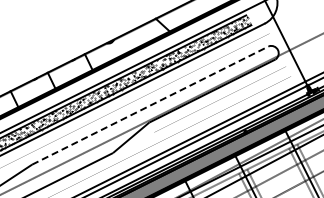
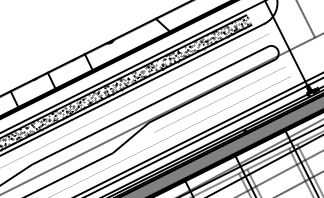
line at (306, 19): none -> present
line at (151, 105): dashed -> solid
